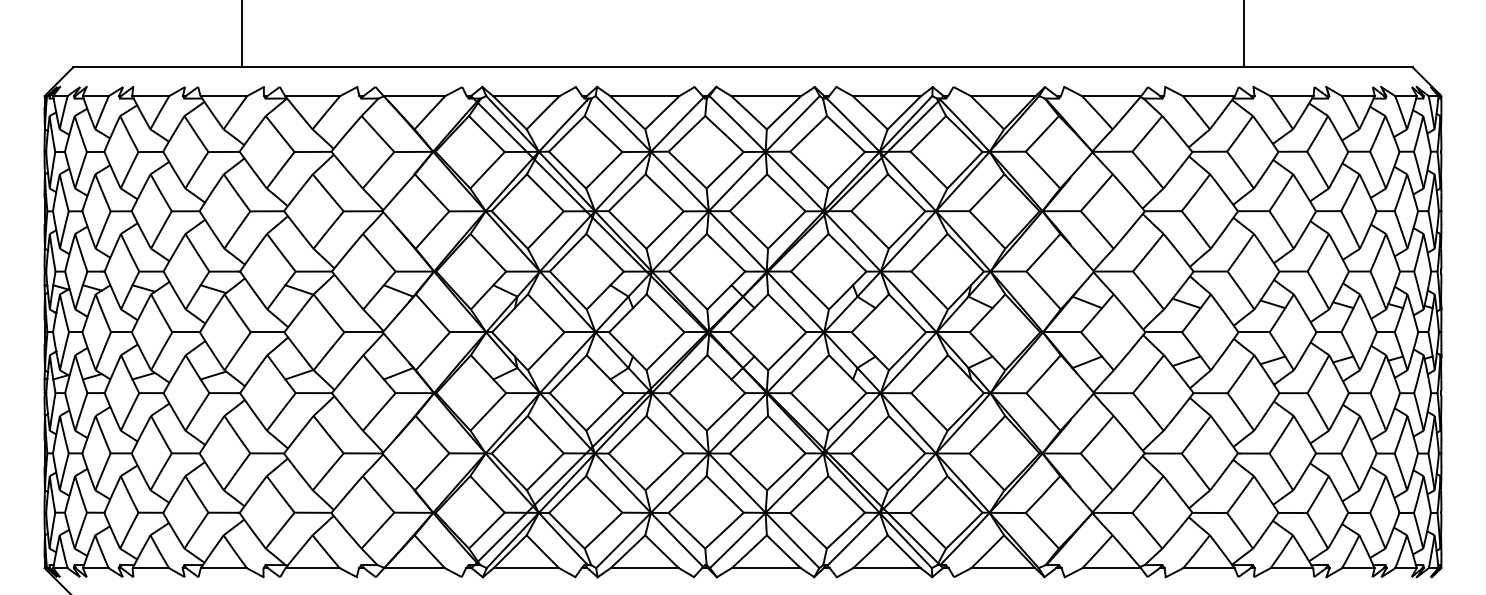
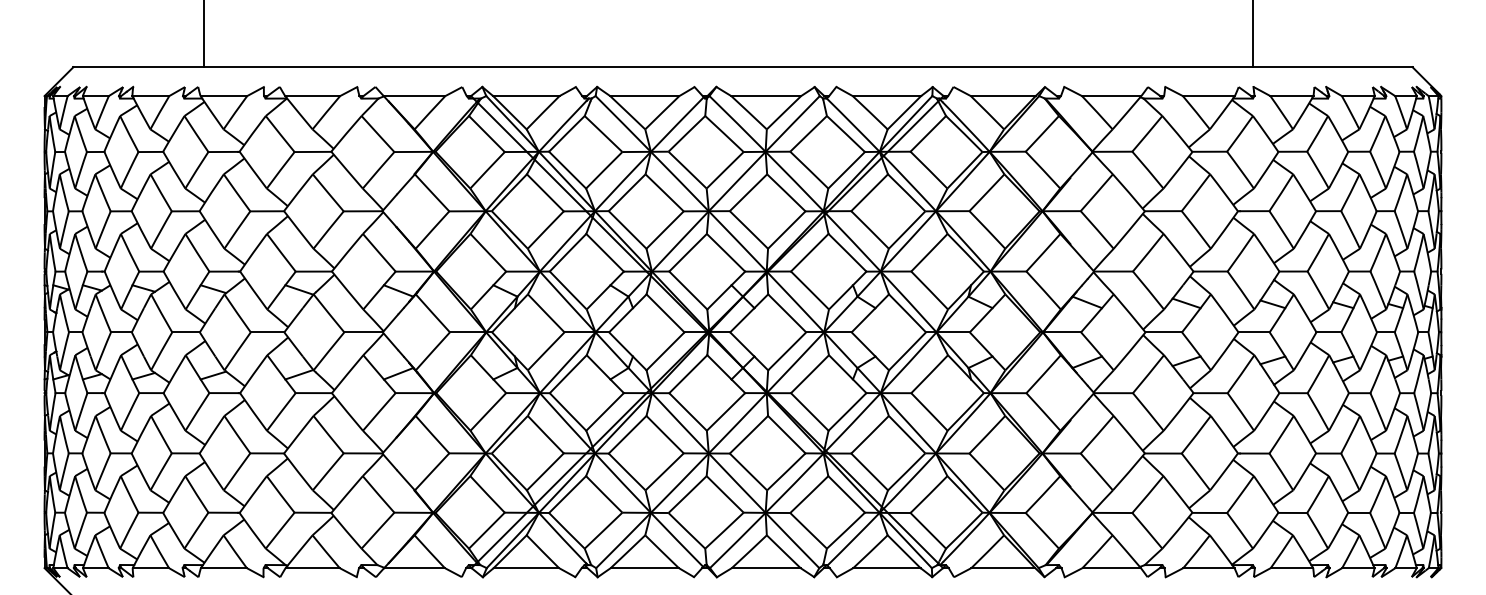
line at (242, 34) position: (242, 34) -> (204, 34)
line at (1243, 34) position: (1243, 34) -> (1252, 34)
